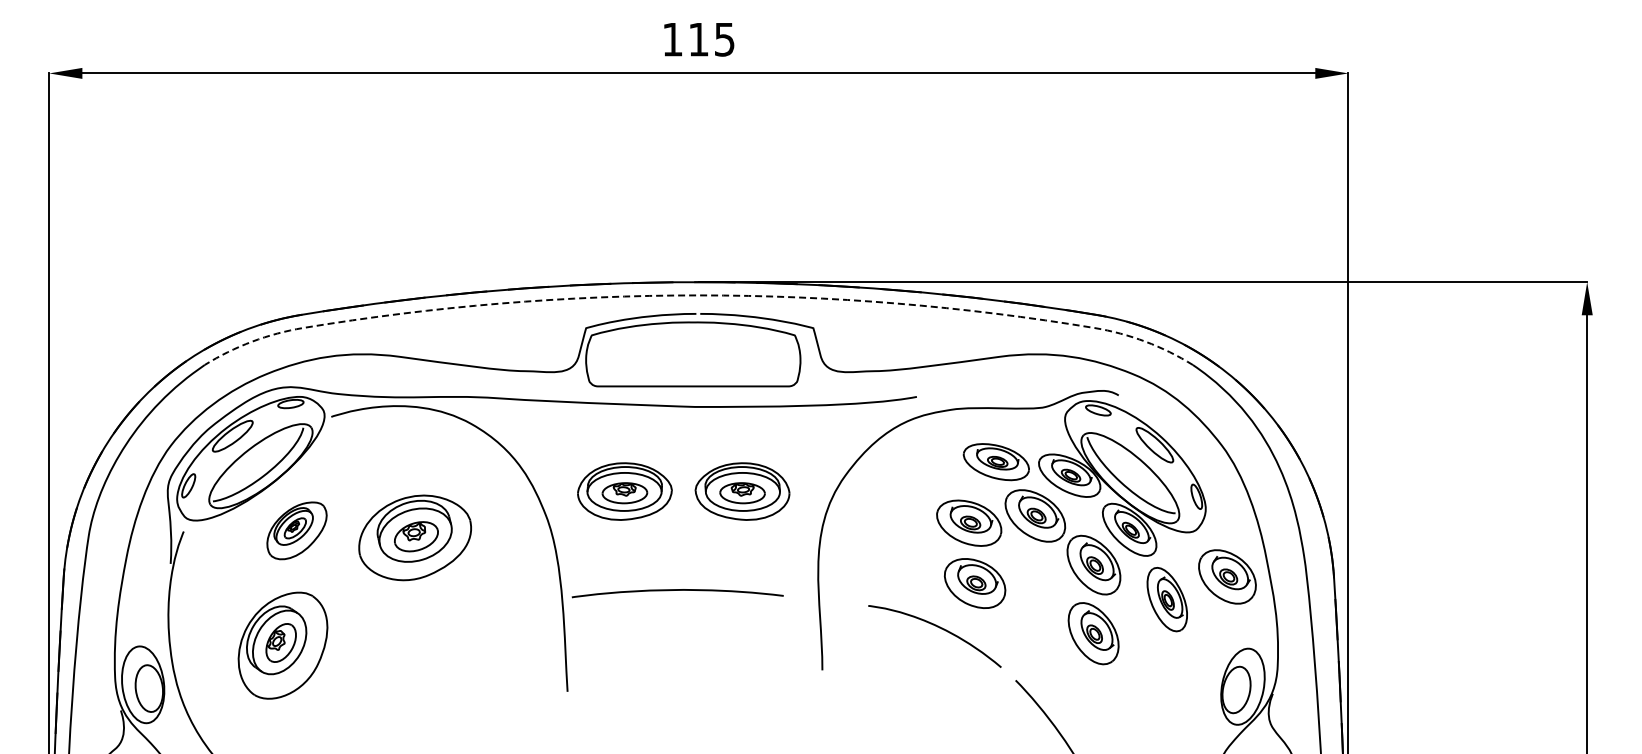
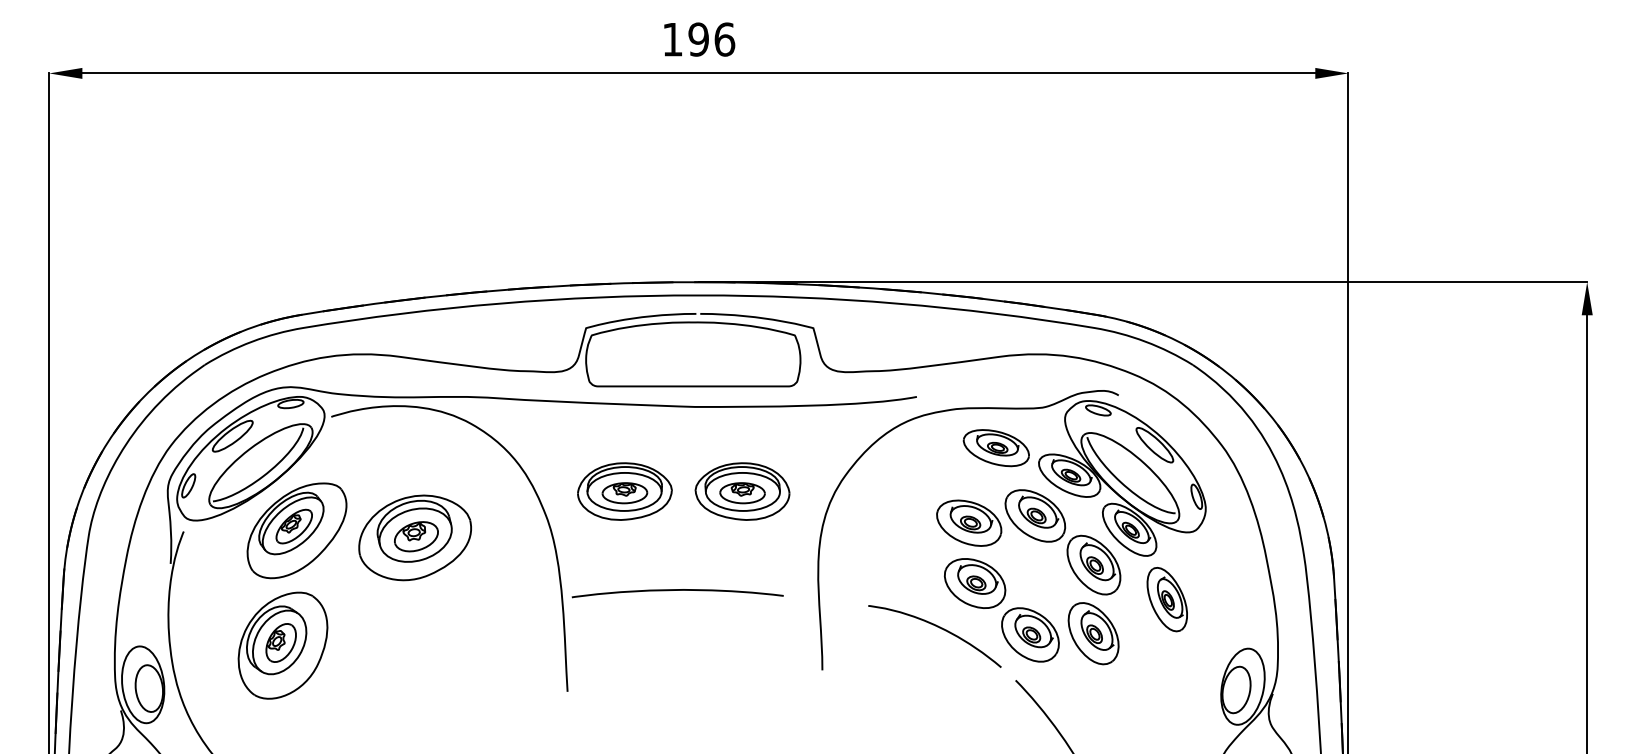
text at (711, 39): 115 -> 196
line at (698, 295): dashed -> solid
part at (995, 462) position: (995, 462) -> (995, 448)
part at (296, 530) size: 62x60 px -> 102x98 px
part at (1227, 576) position: (1227, 576) -> (1030, 634)
